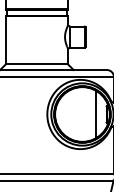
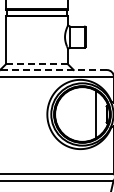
line at (37, 64): solid -> dashed
line at (53, 70): solid -> dashed
